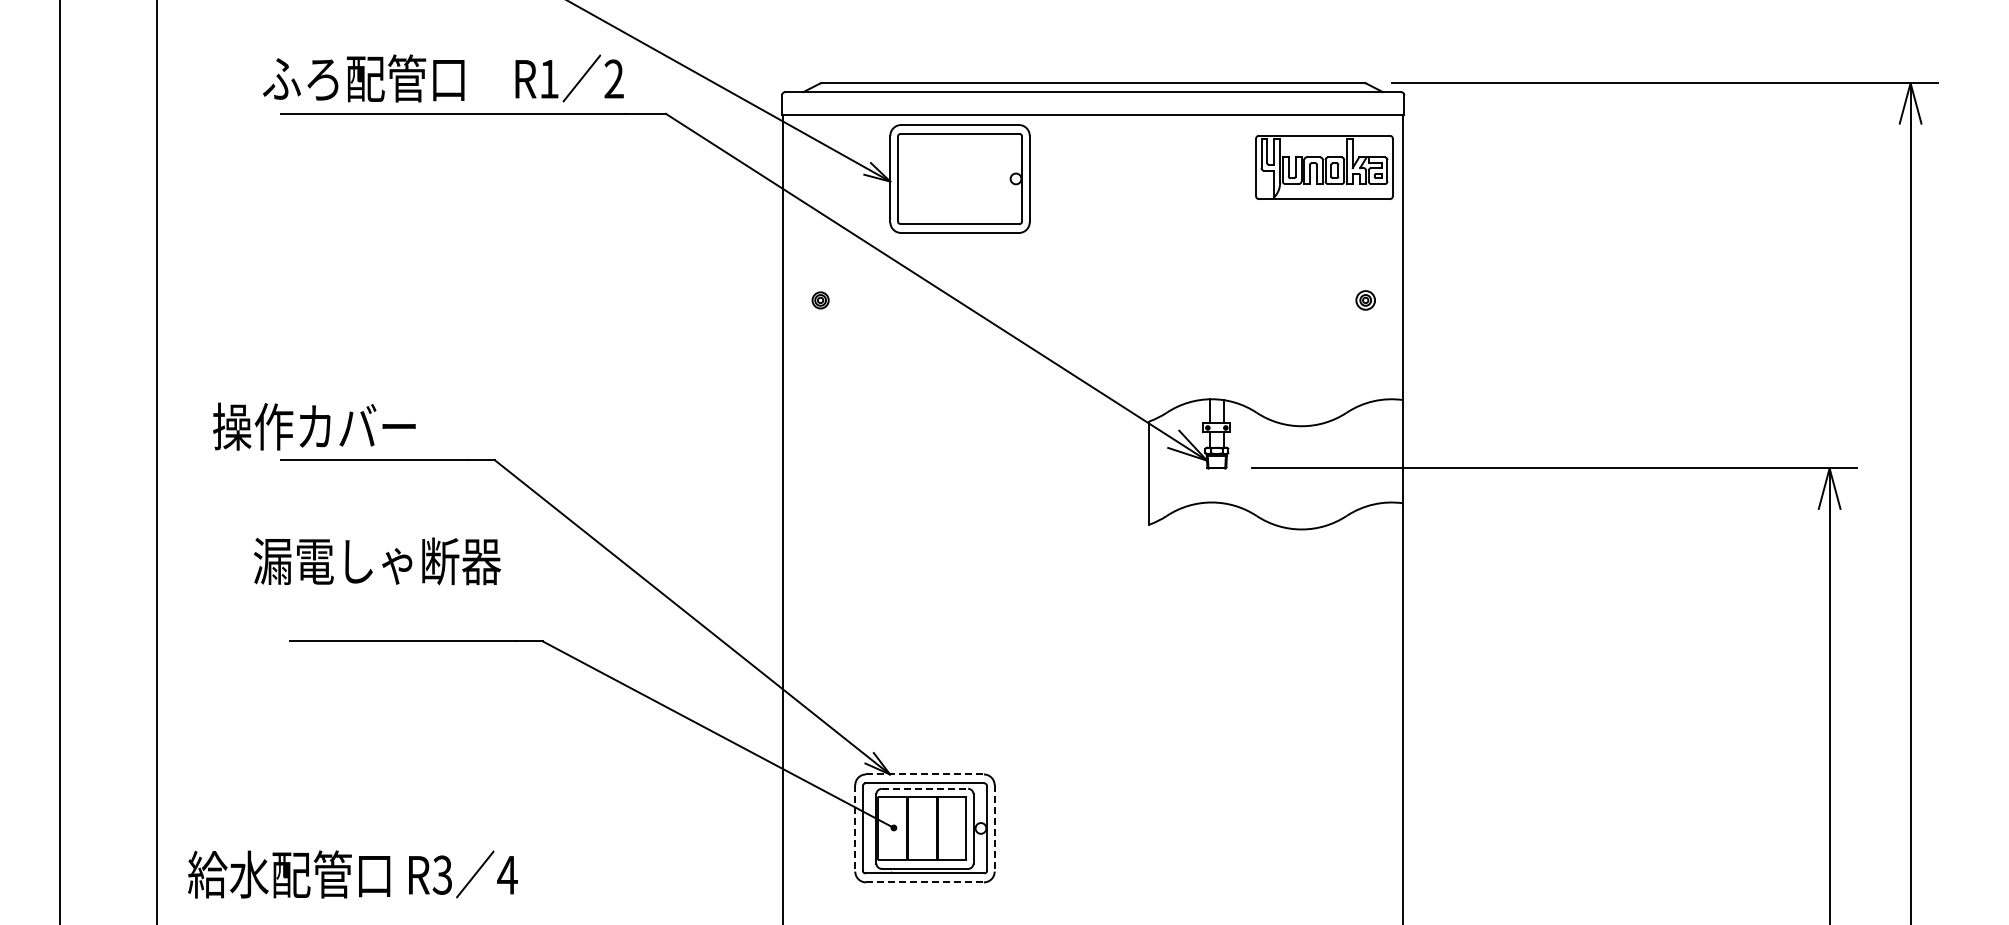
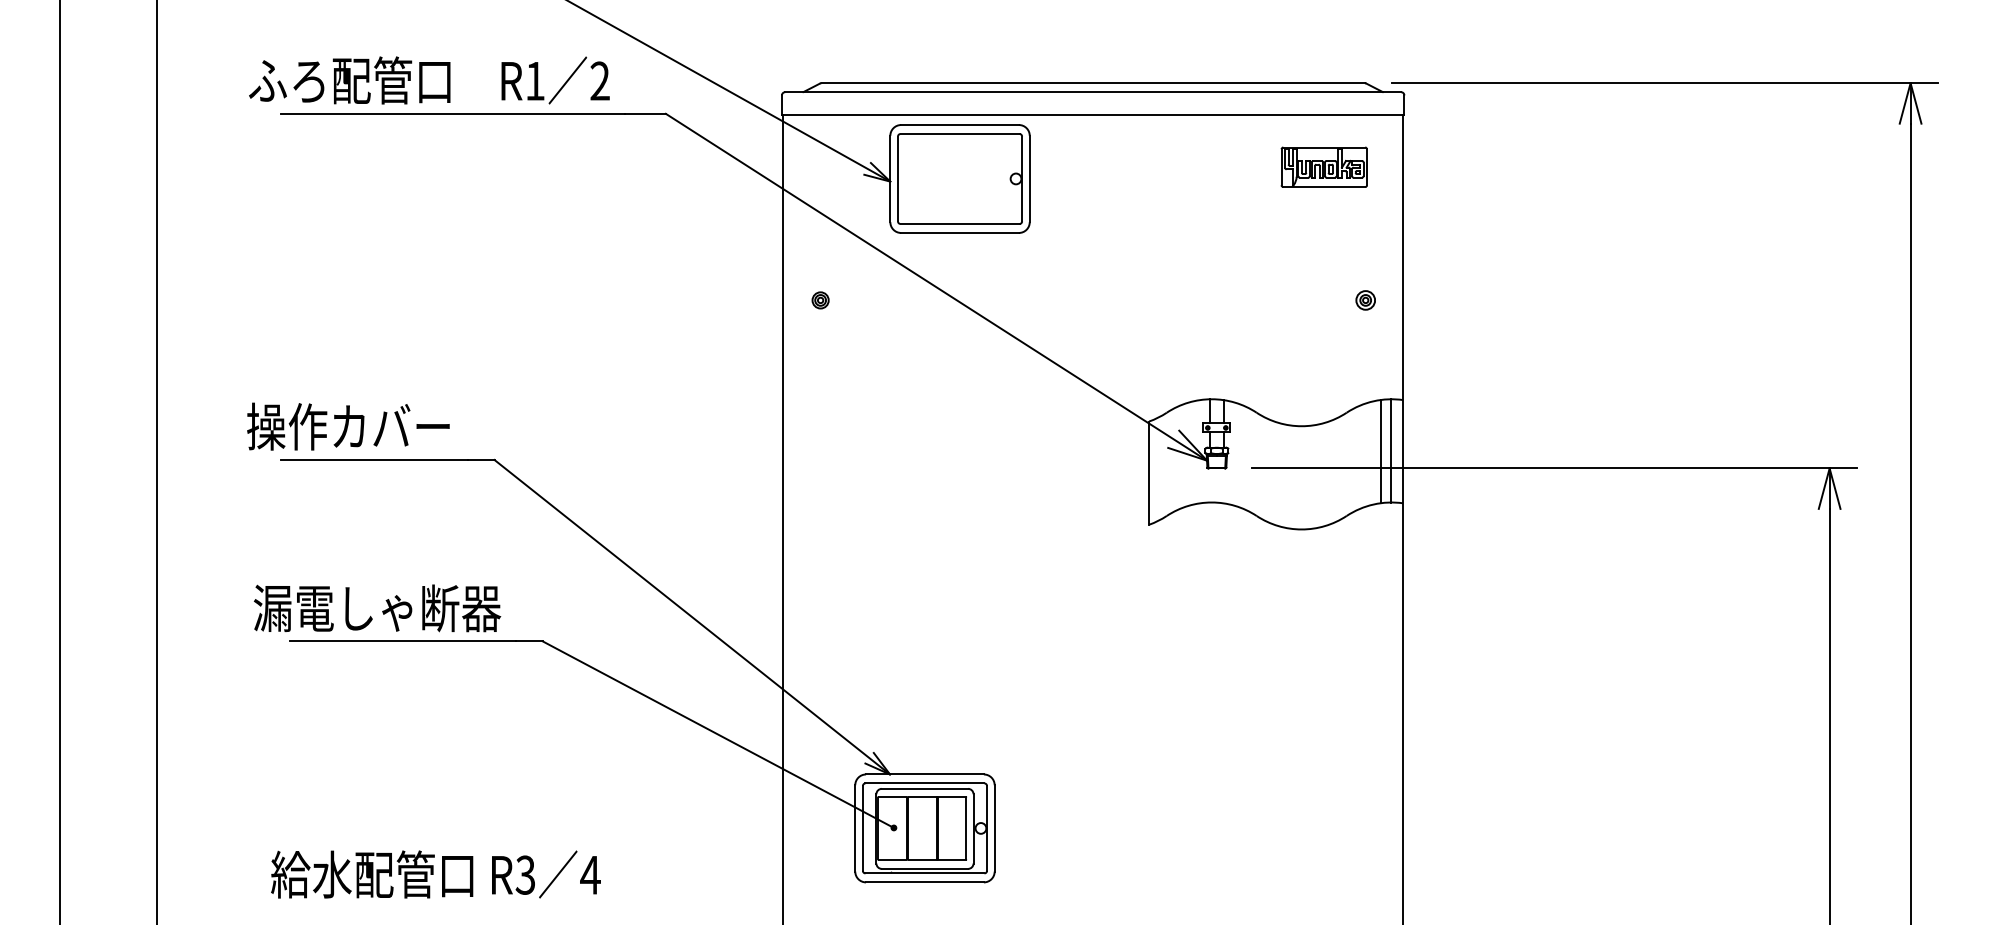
text at (443, 78) position: (443, 78) -> (429, 80)
part at (1324, 167) size: 139x65 px -> 88x42 px
text at (314, 426) position: (314, 426) -> (348, 426)
line at (1390, 450): none -> present
line at (1380, 451): none -> present
text at (377, 561) position: (377, 561) -> (377, 608)
line at (924, 774): dashed -> solid
line at (925, 788): dashed -> solid
line at (855, 828): dashed -> solid
line at (994, 828): dashed -> solid
text at (352, 874) position: (352, 874) -> (435, 874)
line at (924, 882): dashed -> solid
